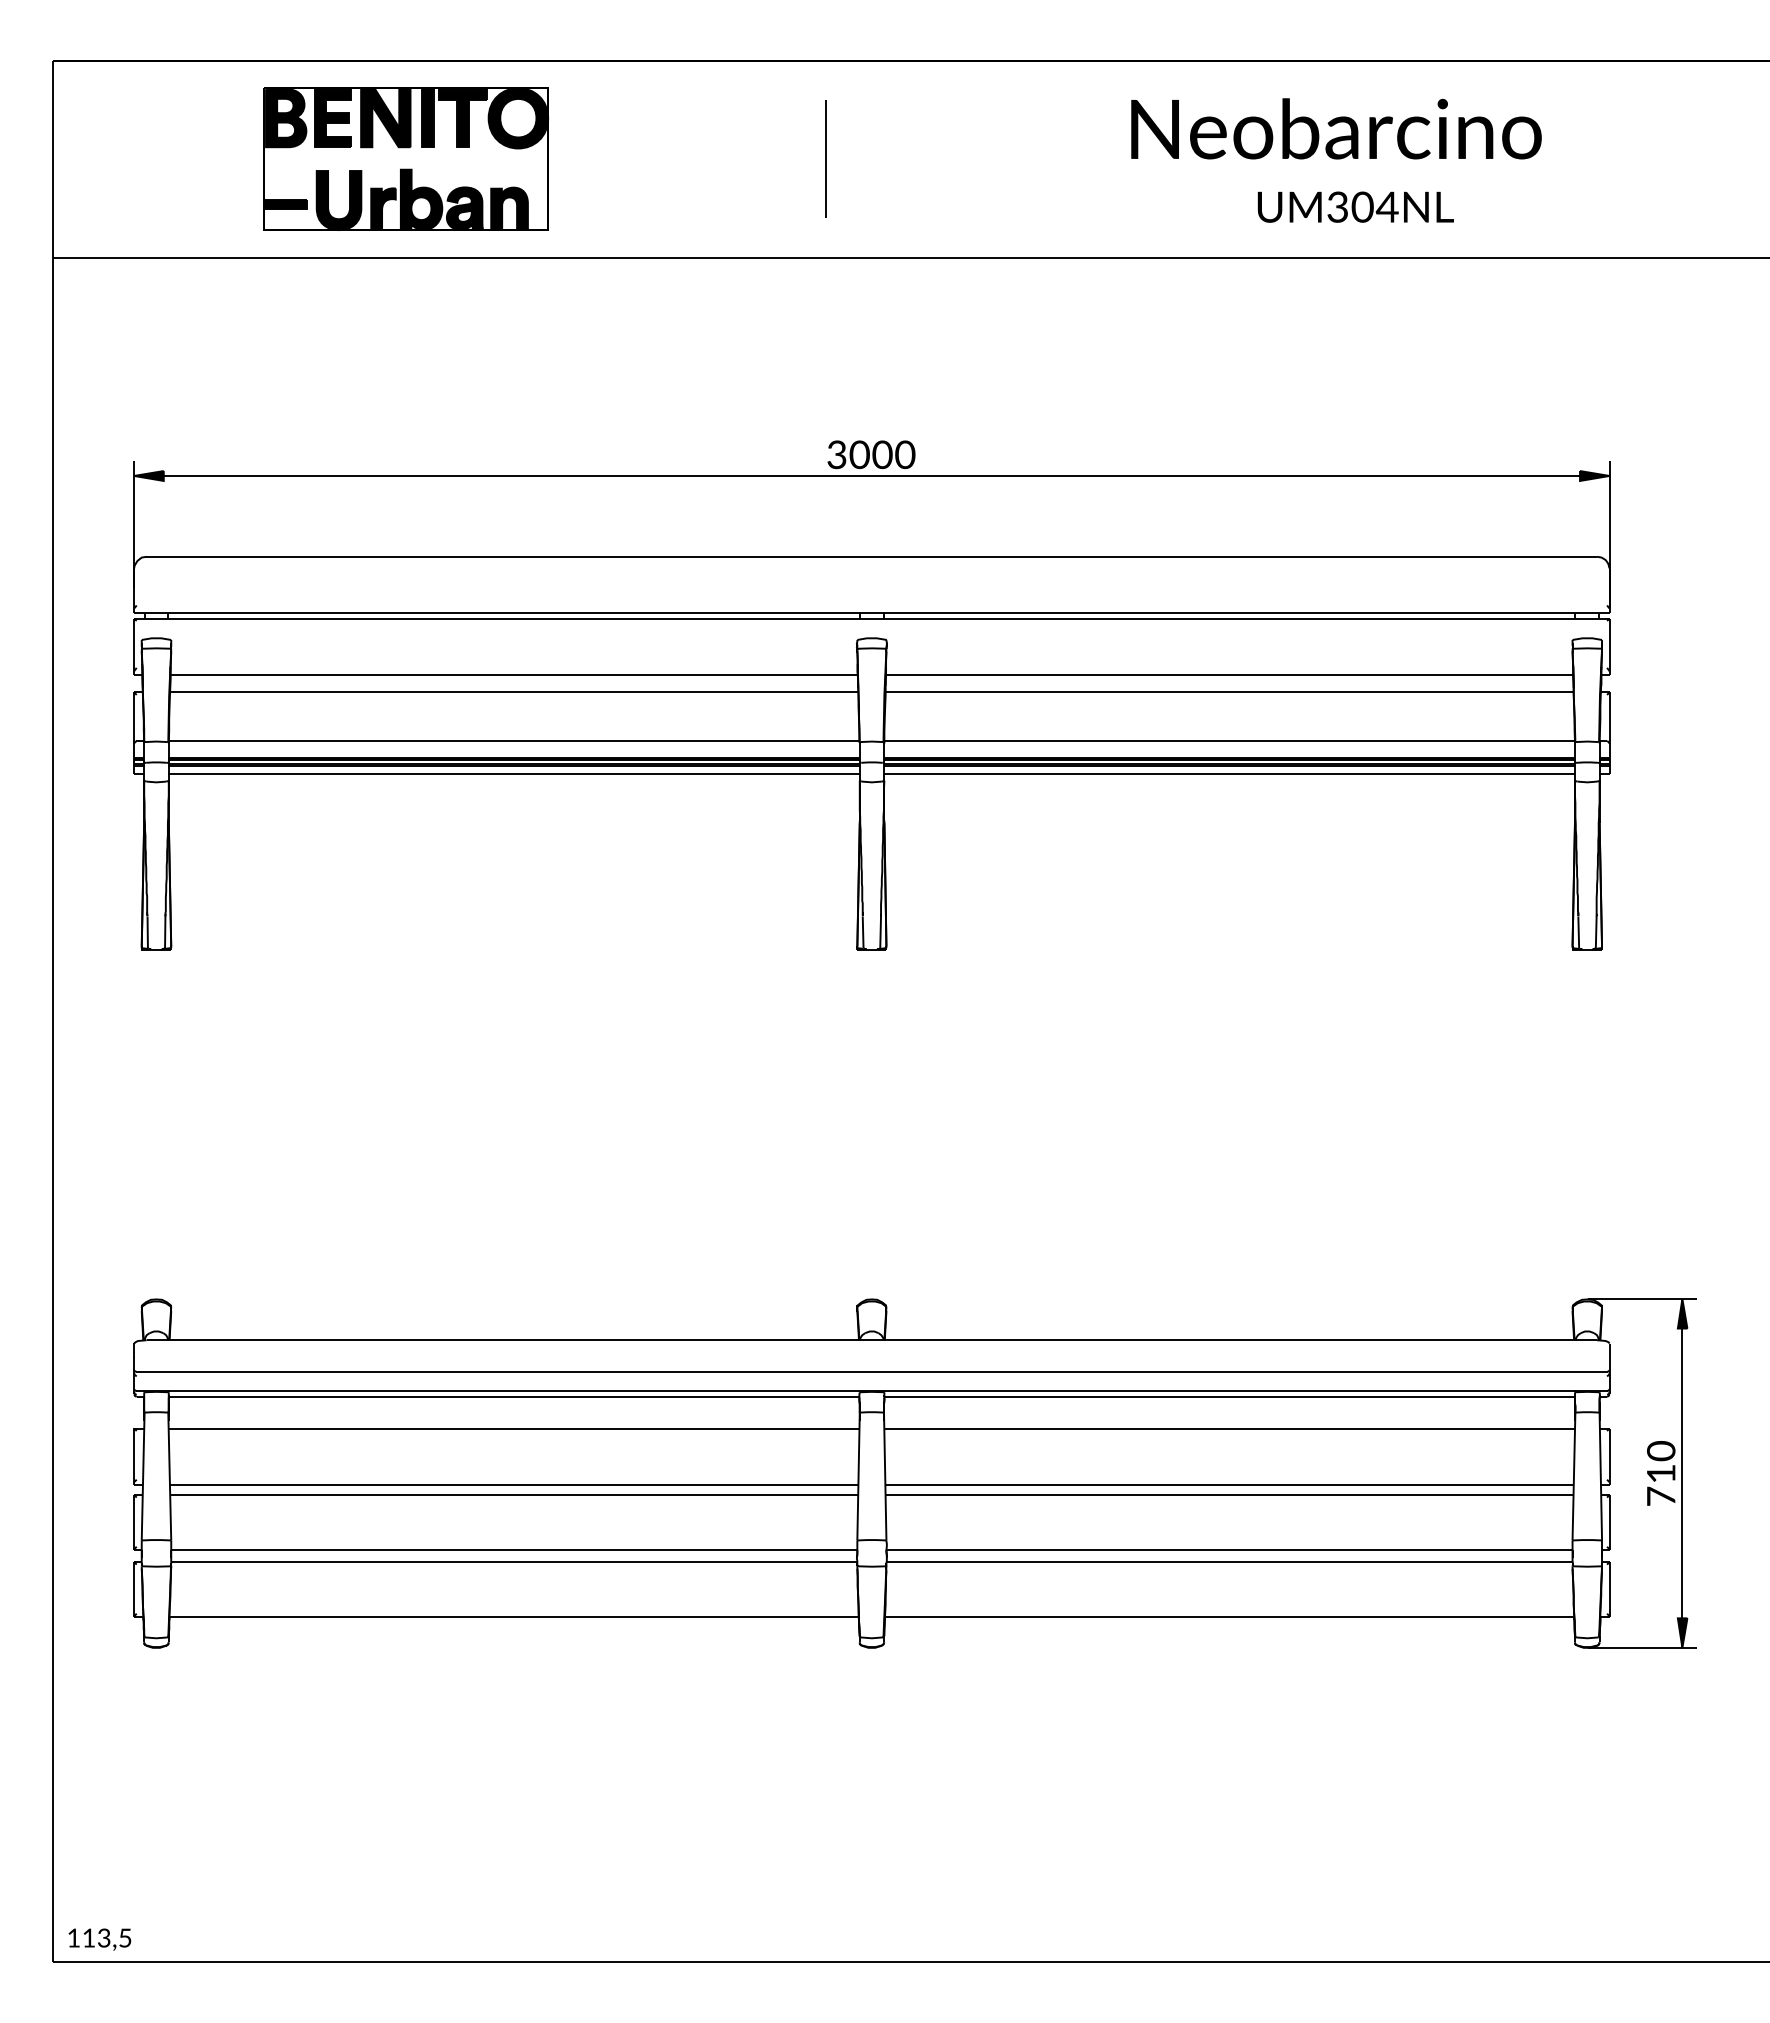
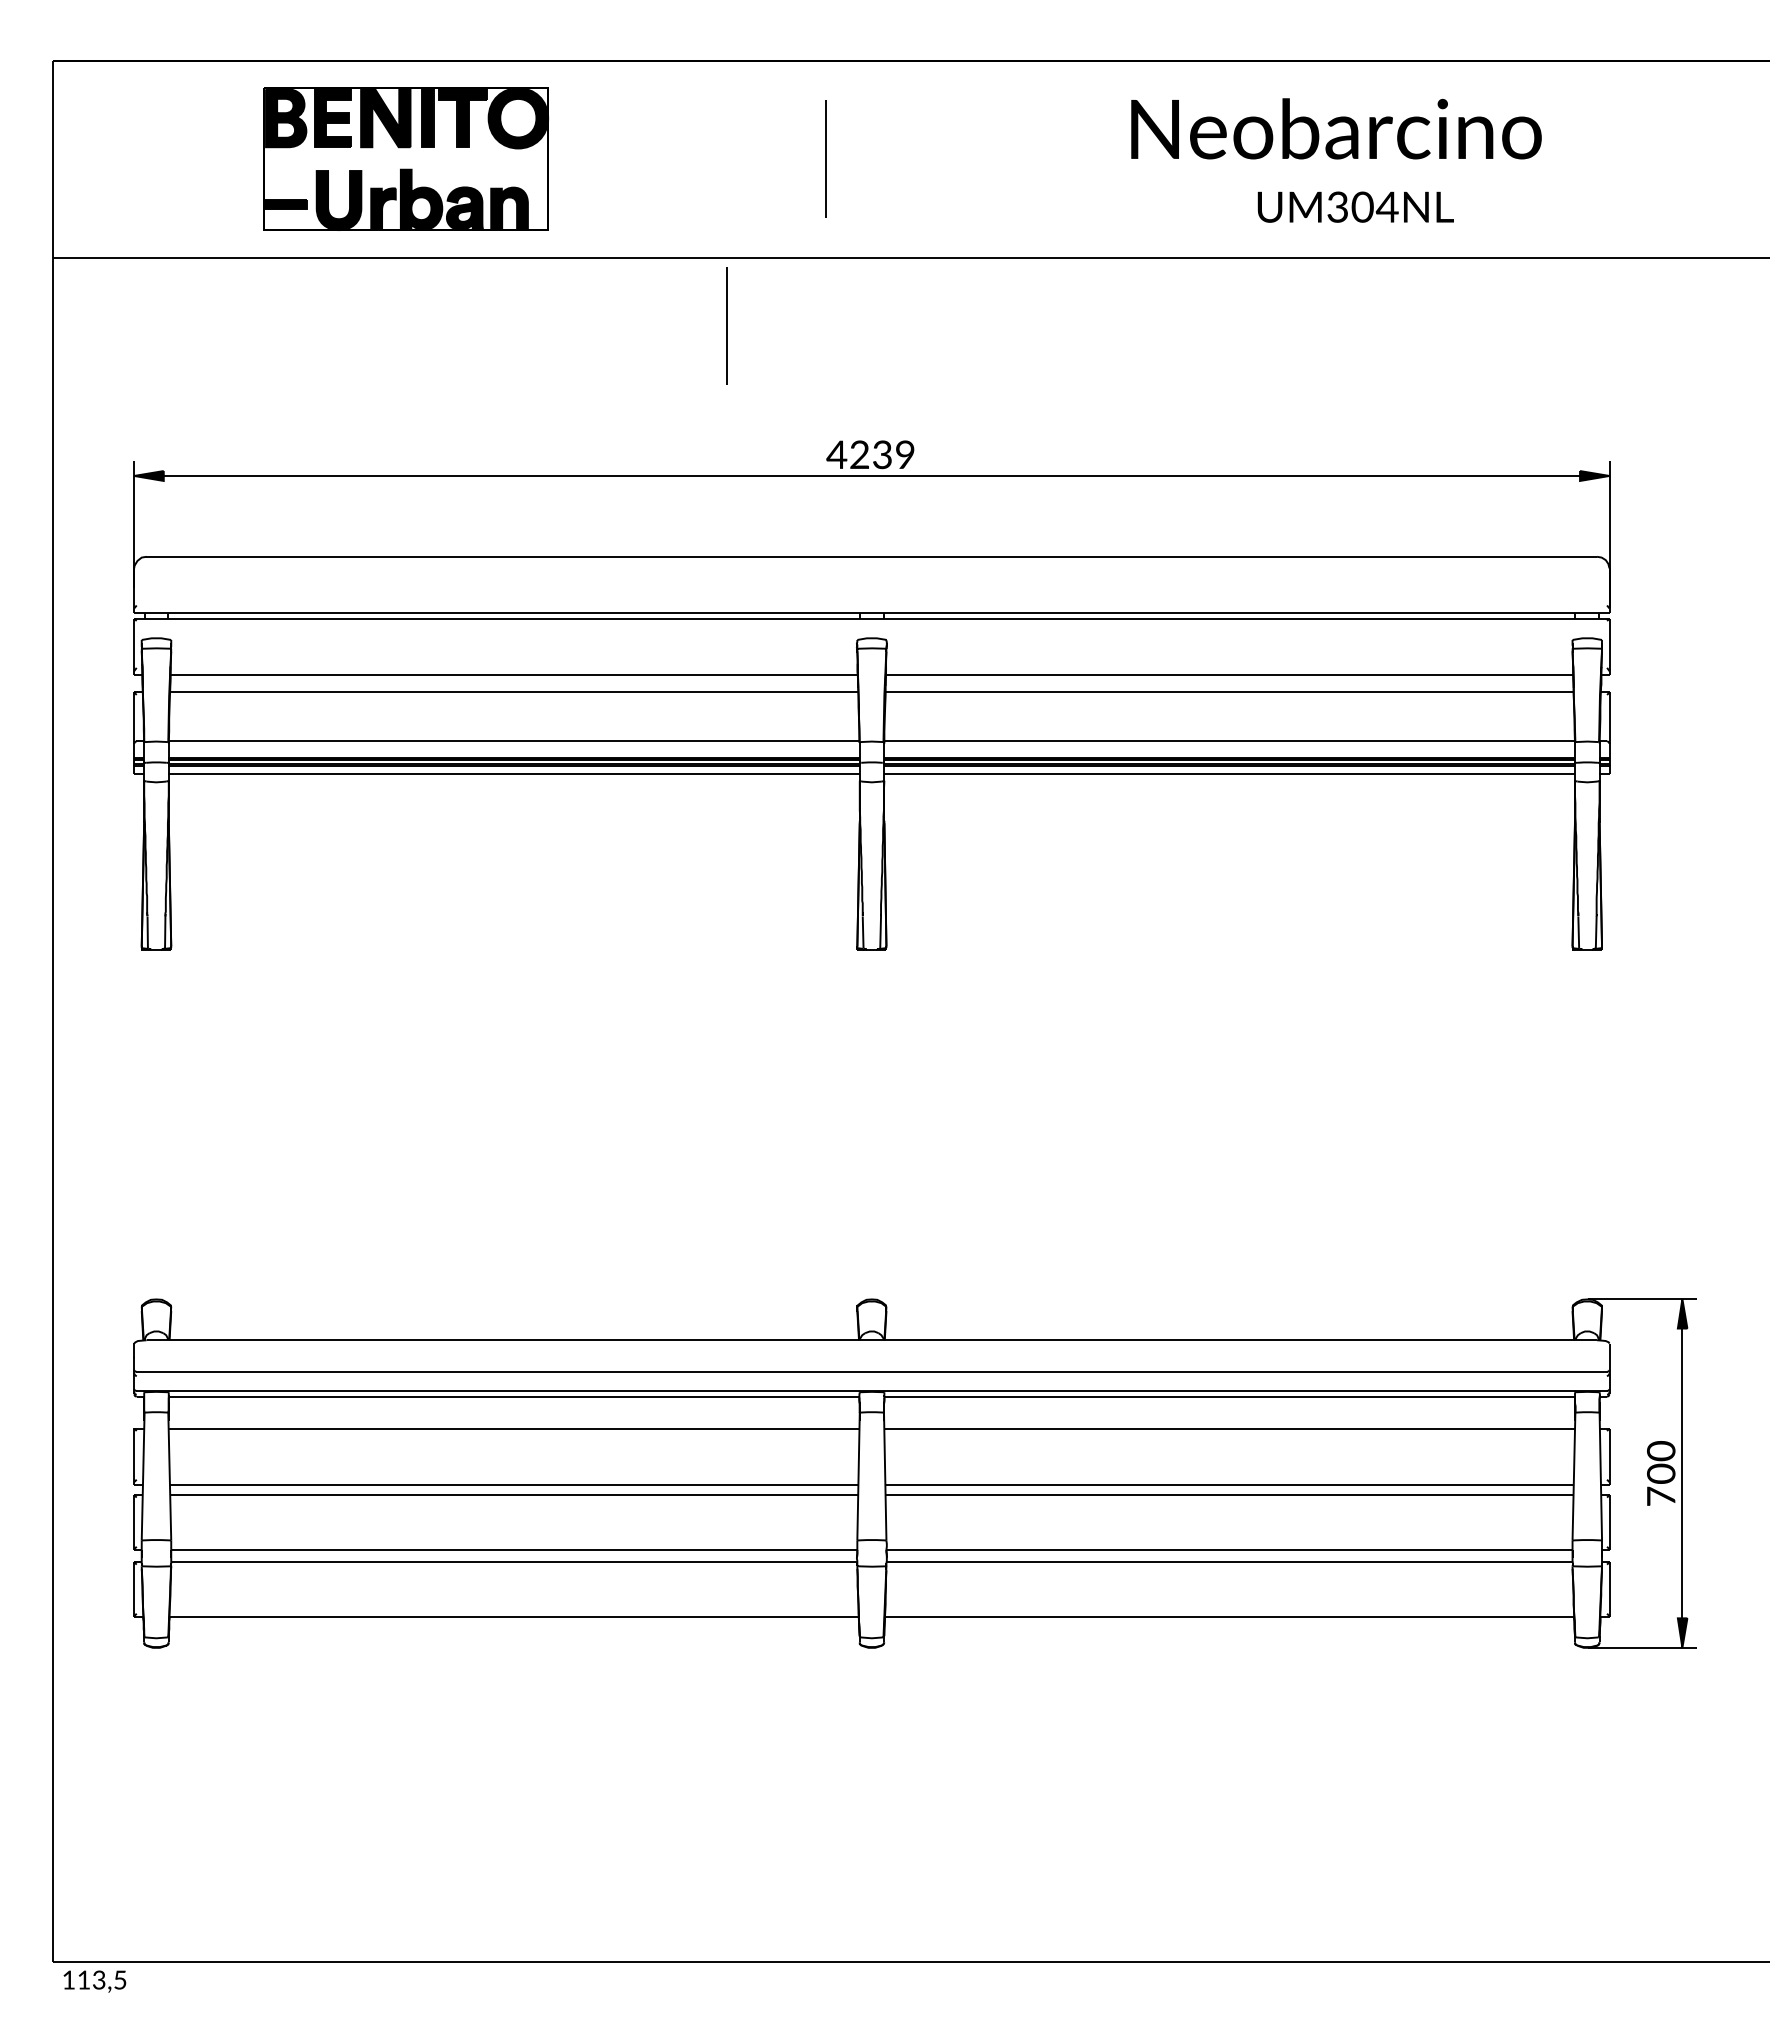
line at (726, 325): none -> present
text at (870, 454): 3000 -> 4239
text at (1661, 1473): 710 -> 700
text at (99, 1939) position: (99, 1939) -> (94, 1981)
